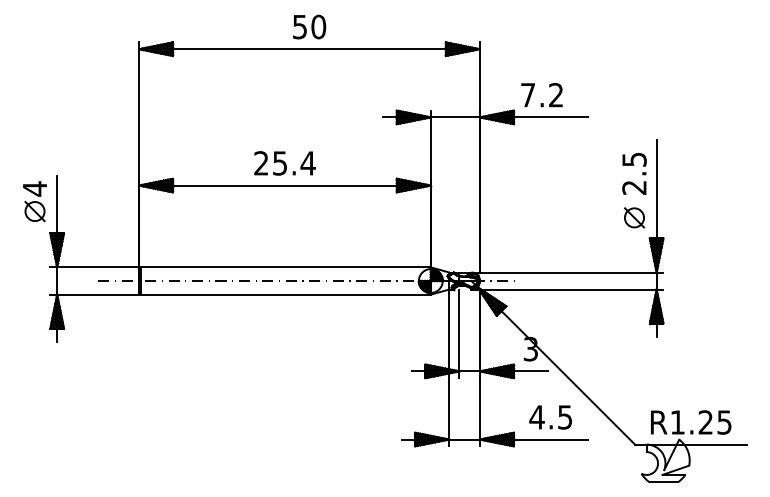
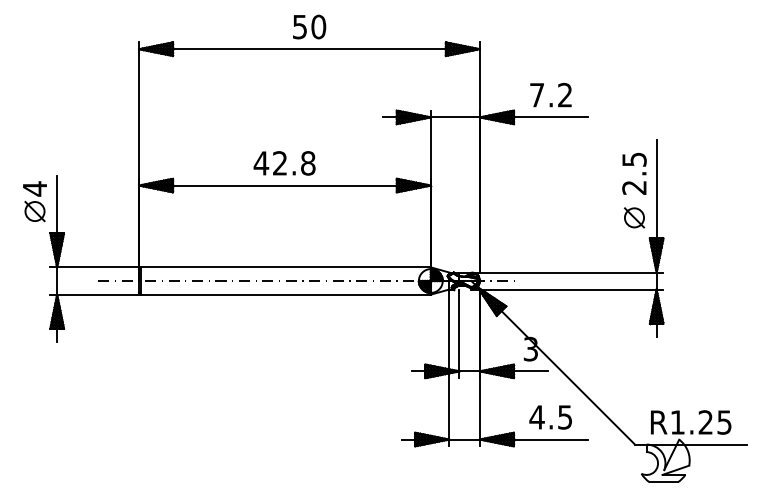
text at (541, 95) position: (541, 95) -> (550, 95)
text at (284, 163): 25.4 -> 42.8
